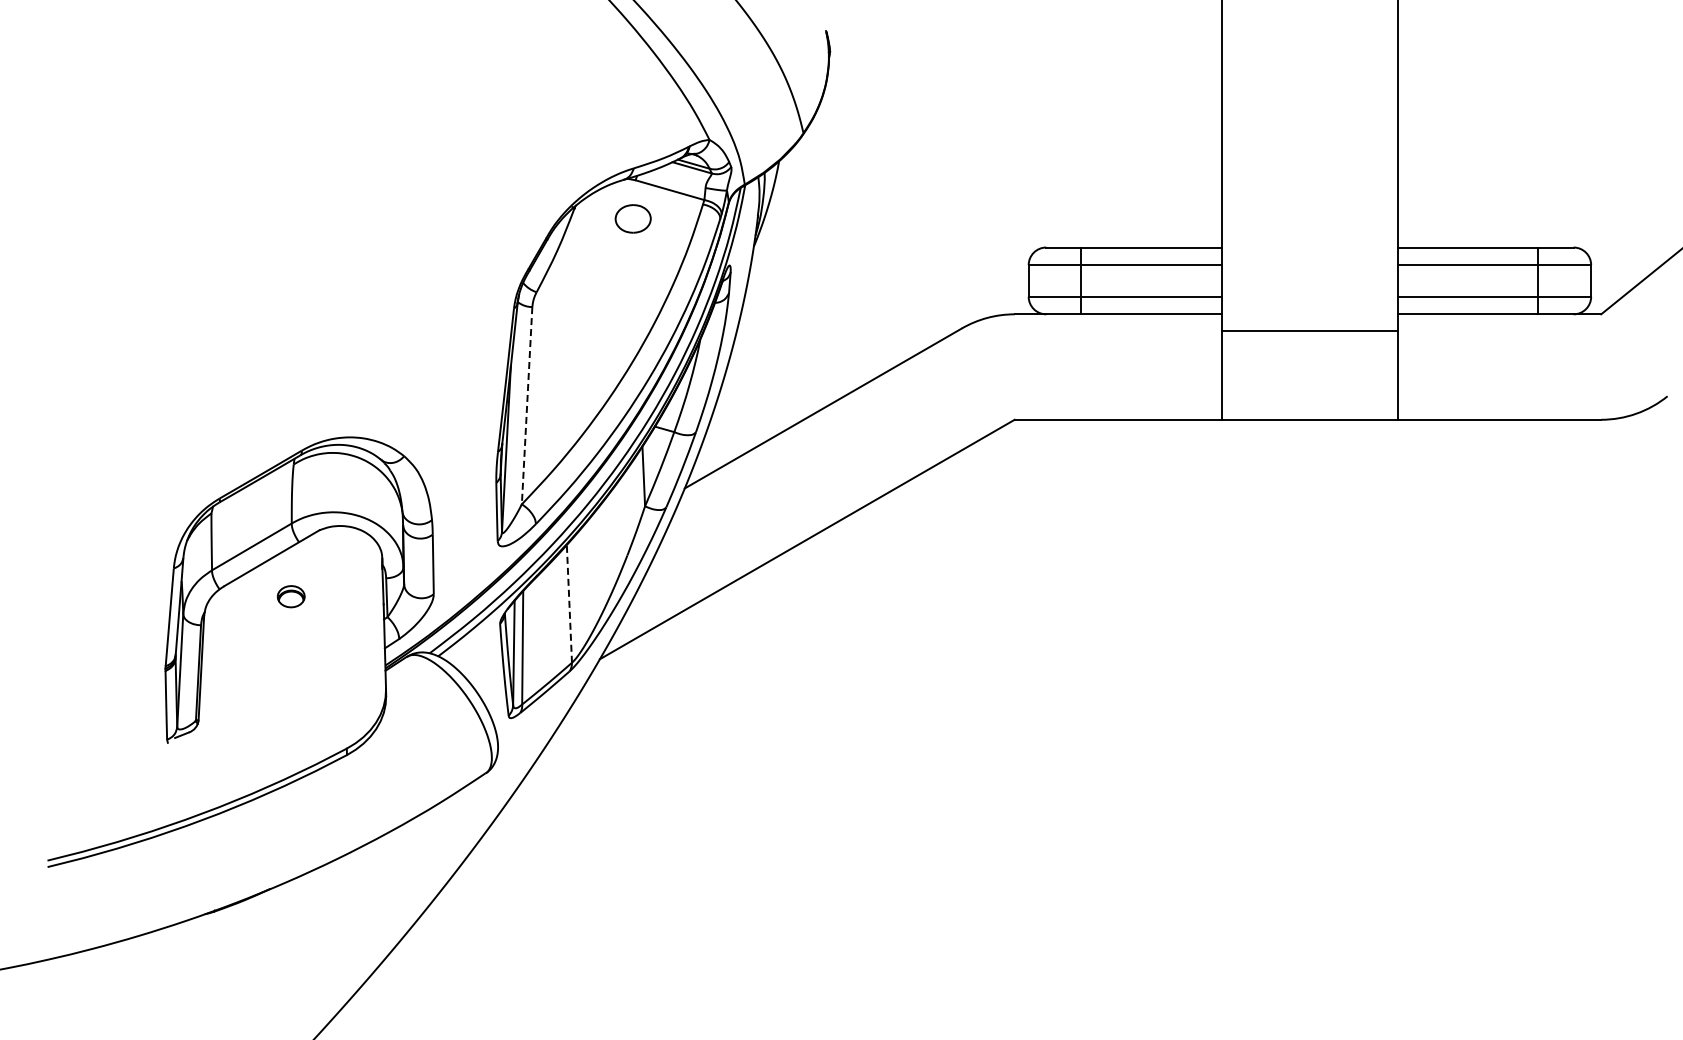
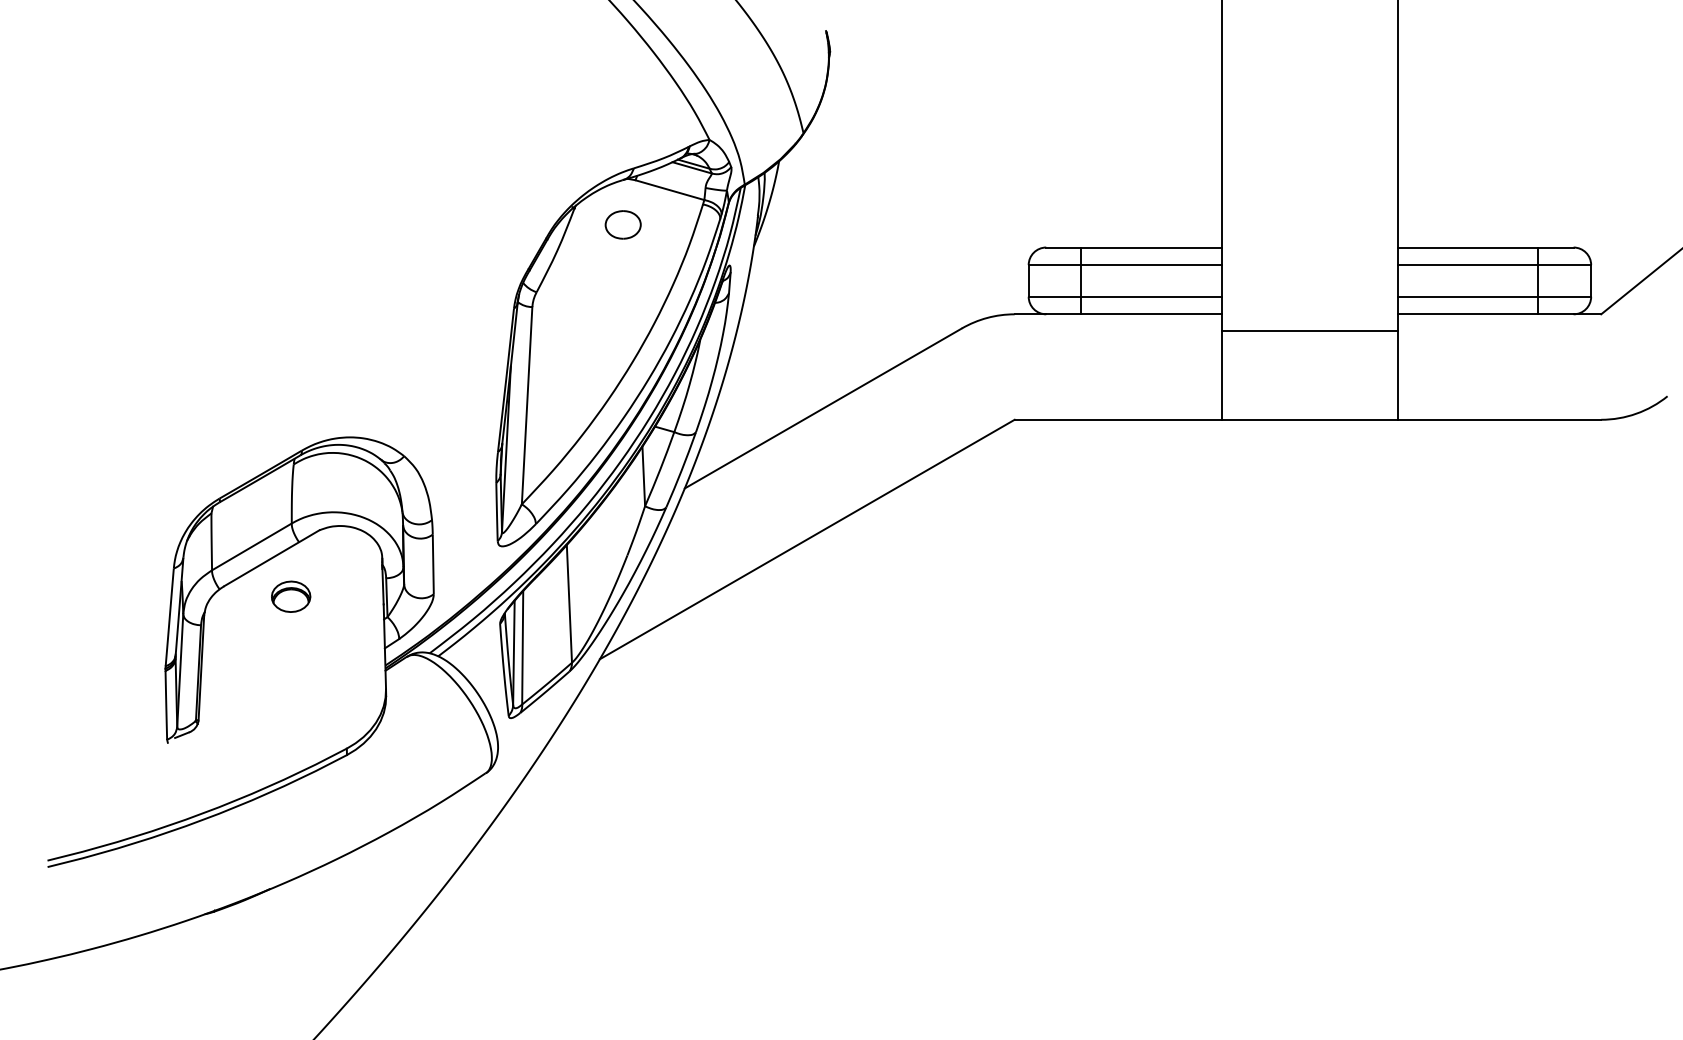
part at (632, 218) position: (632, 218) -> (622, 224)
line at (527, 405): dashed -> solid
part at (290, 596) size: 30x24 px -> 41x33 px
line at (569, 603): dashed -> solid
